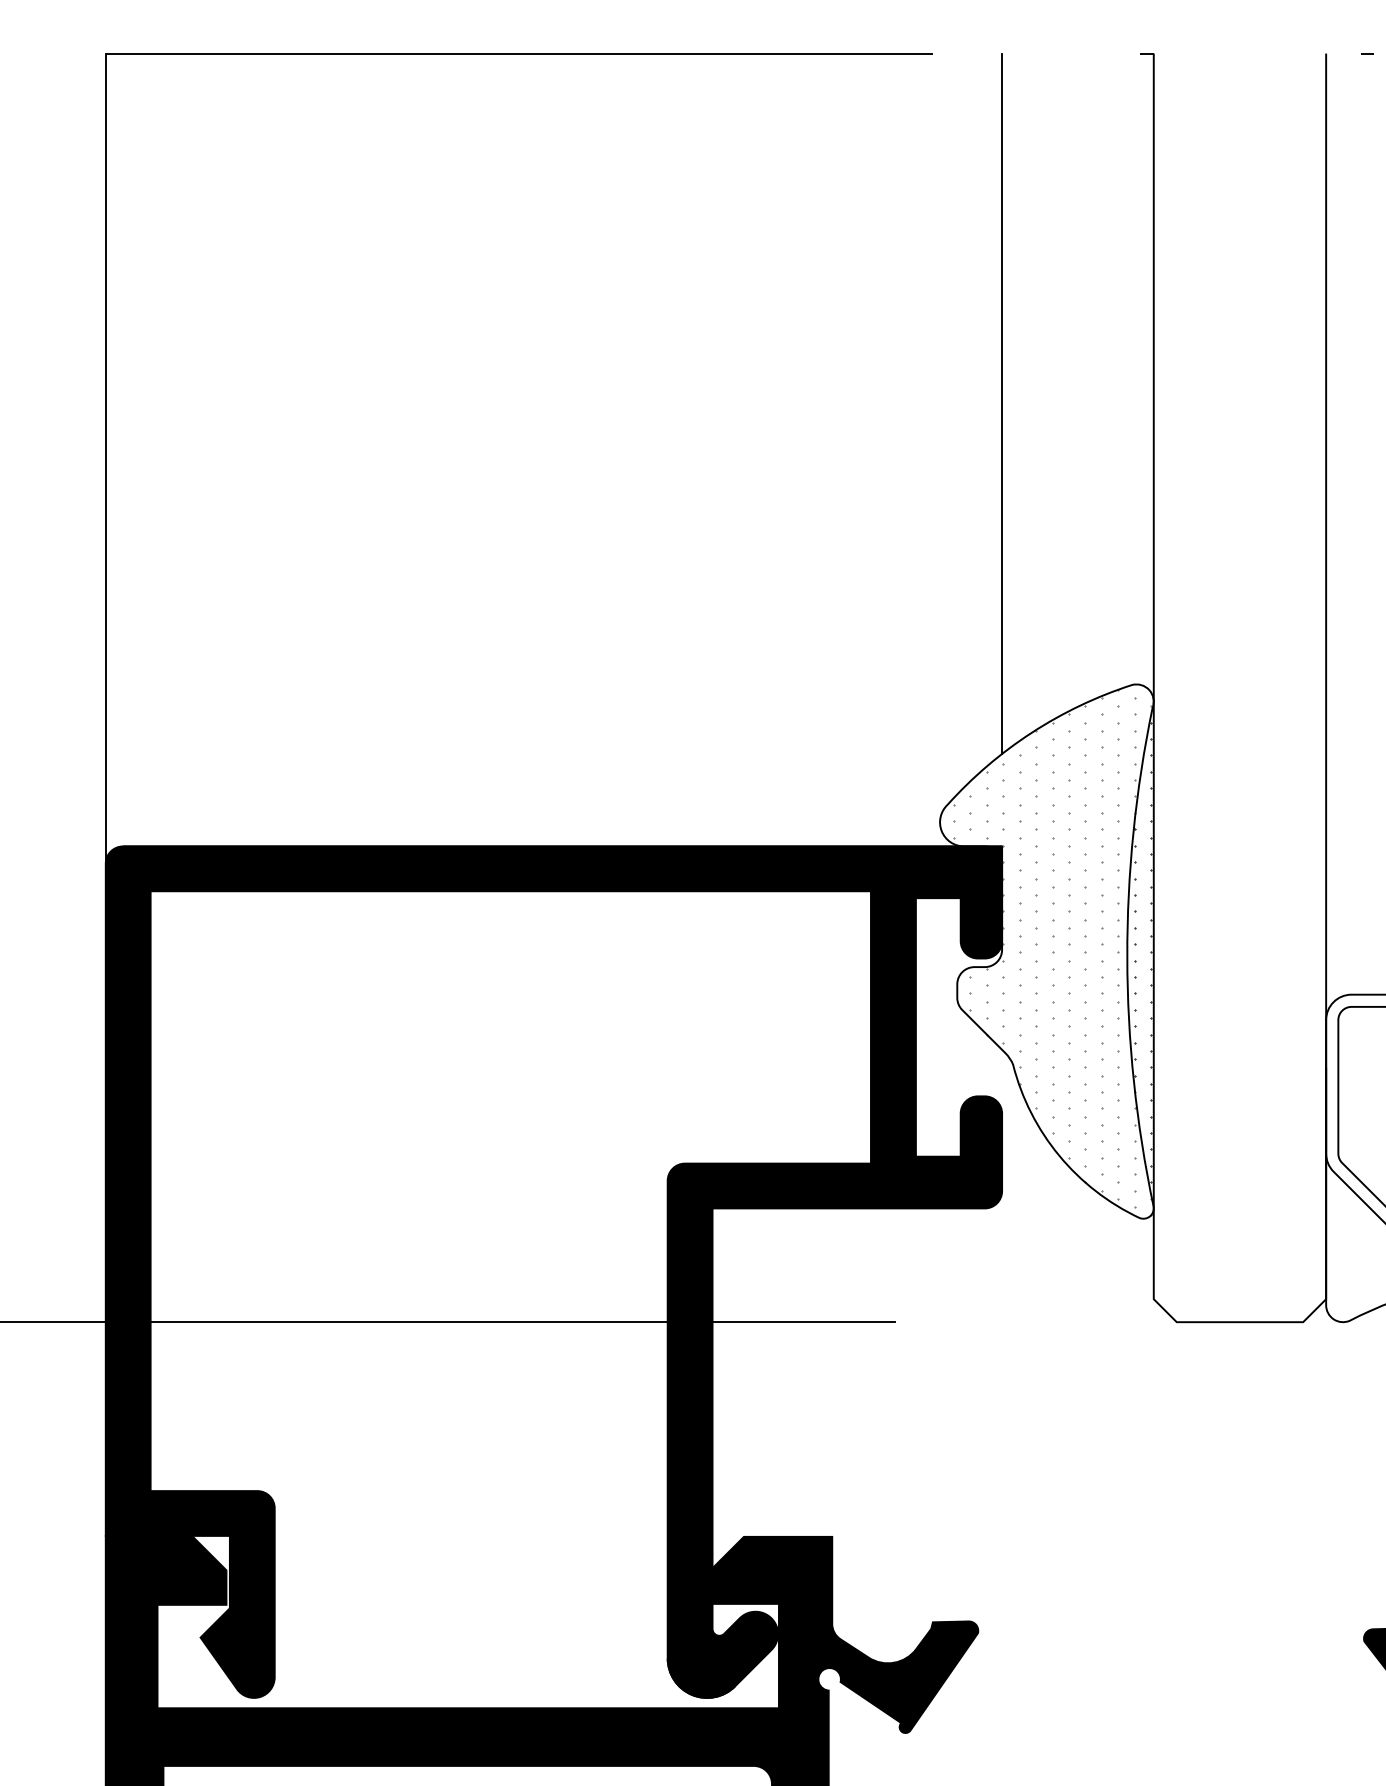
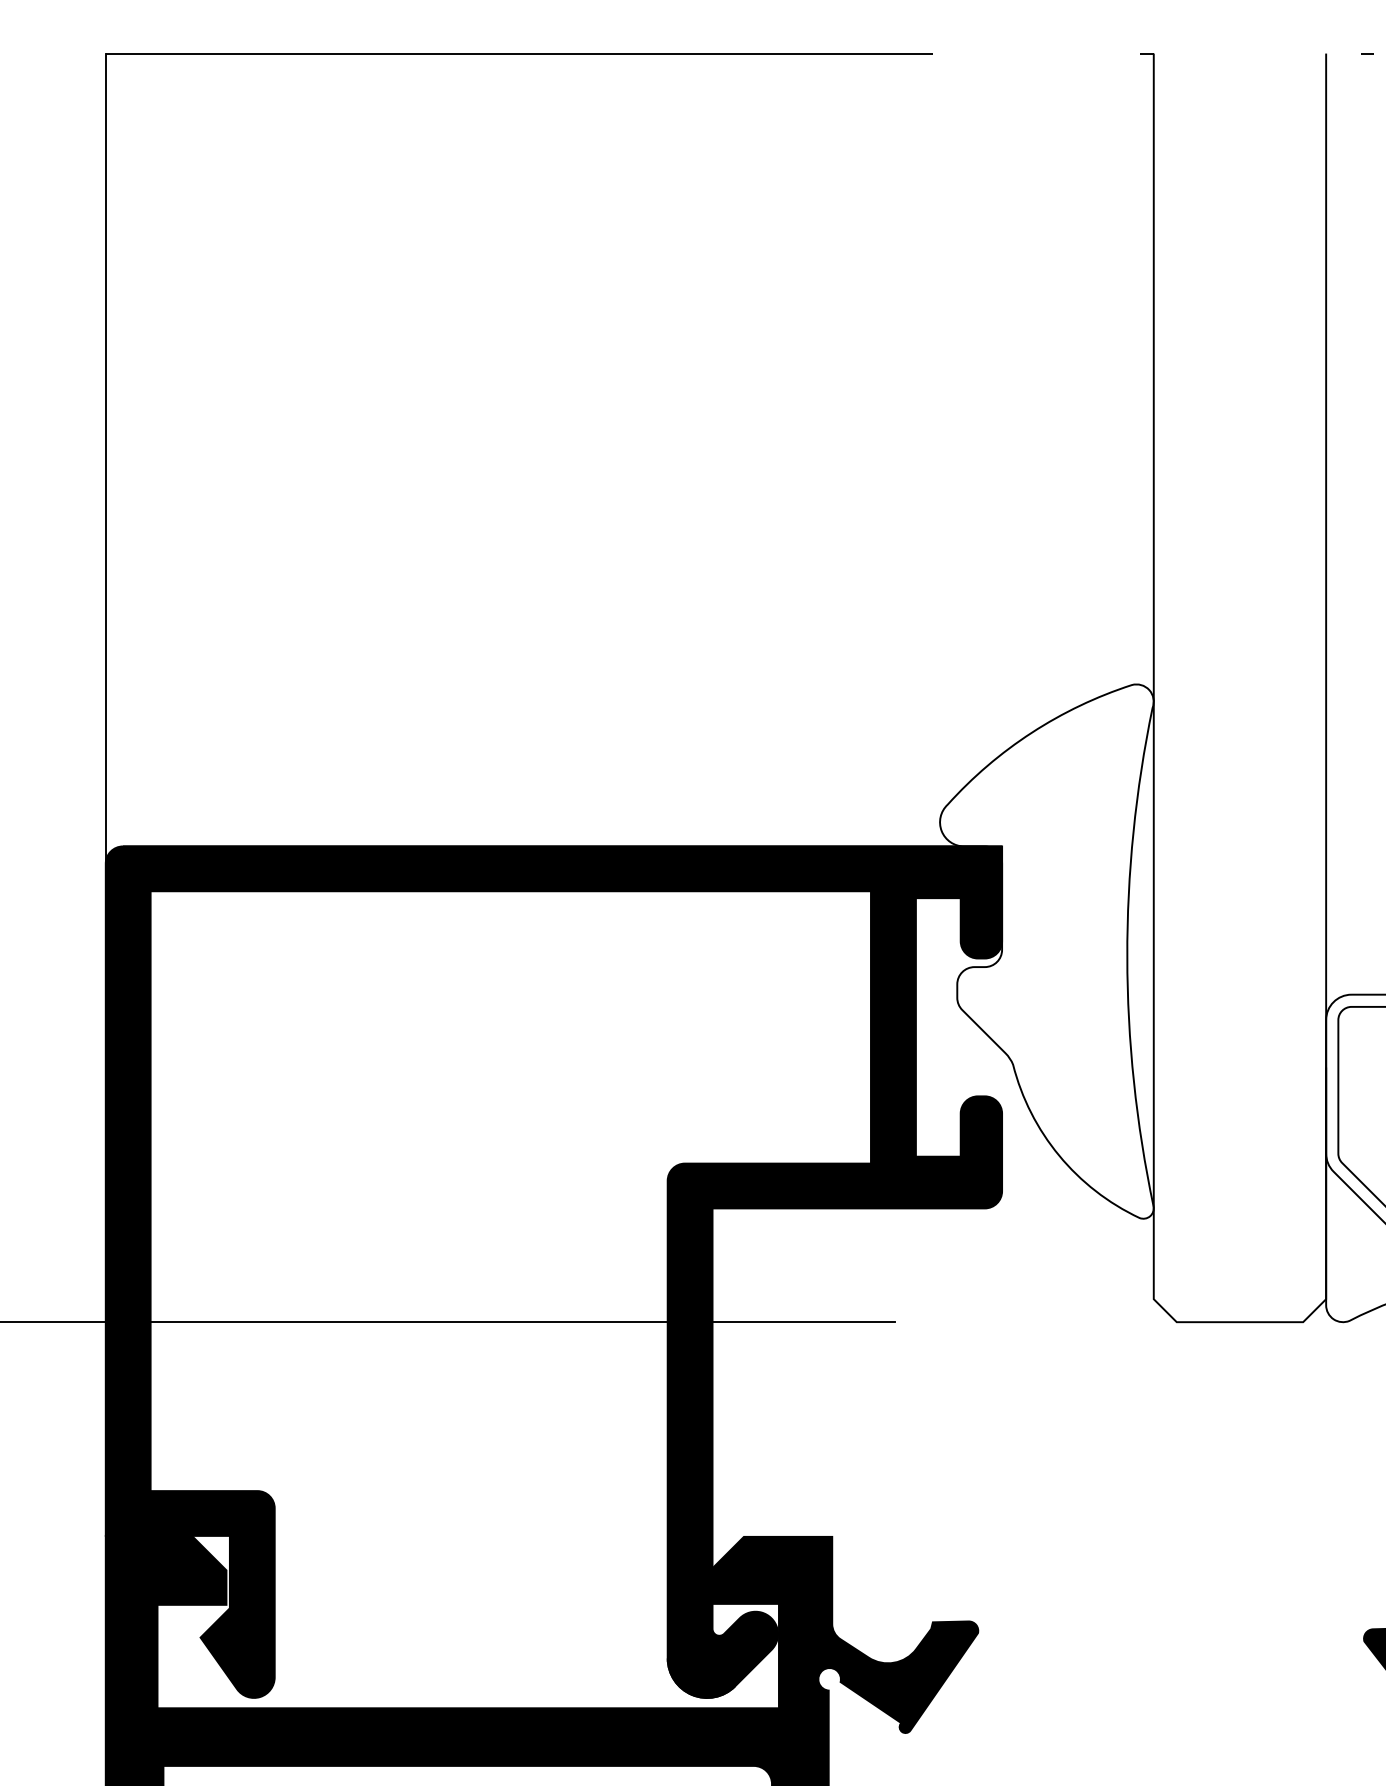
line at (1002, 403): present -> none
hatch at (1052, 952): present -> none
